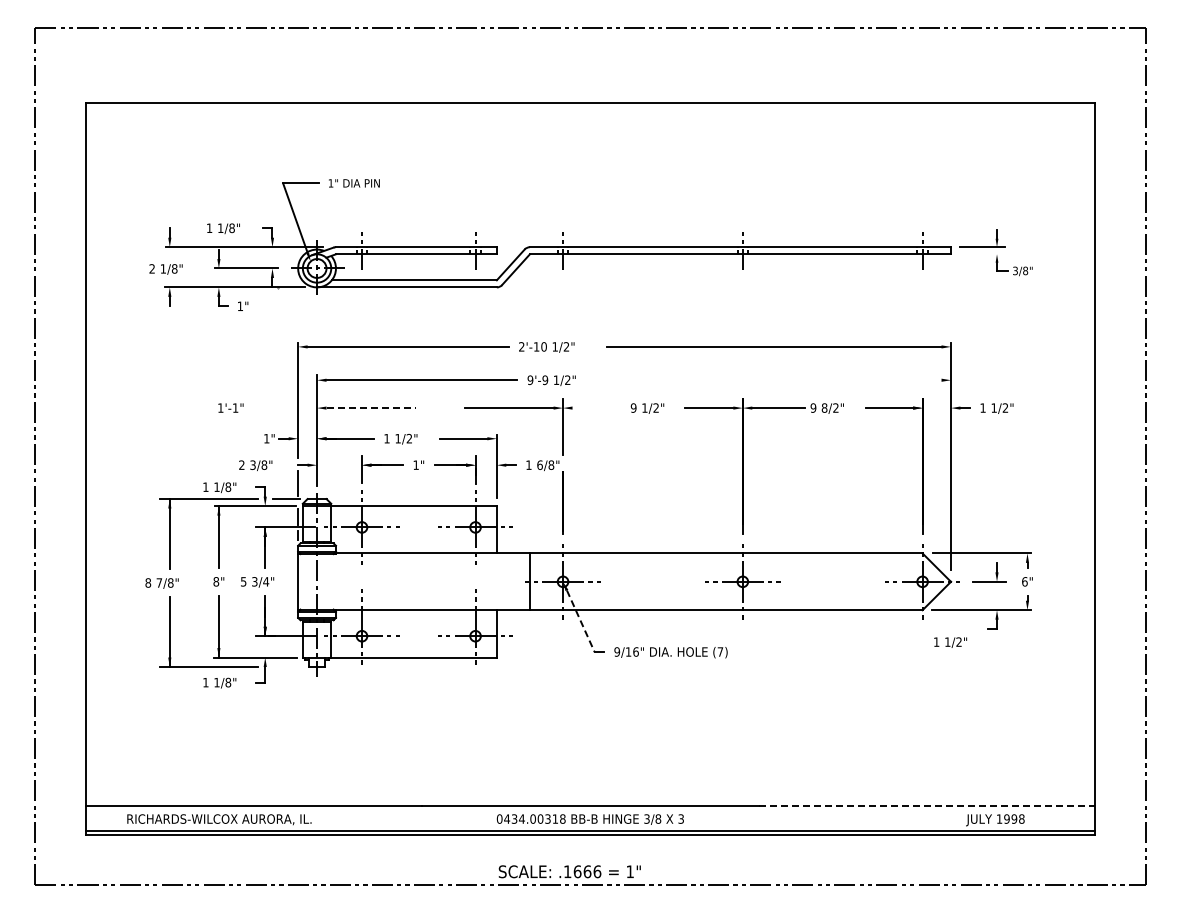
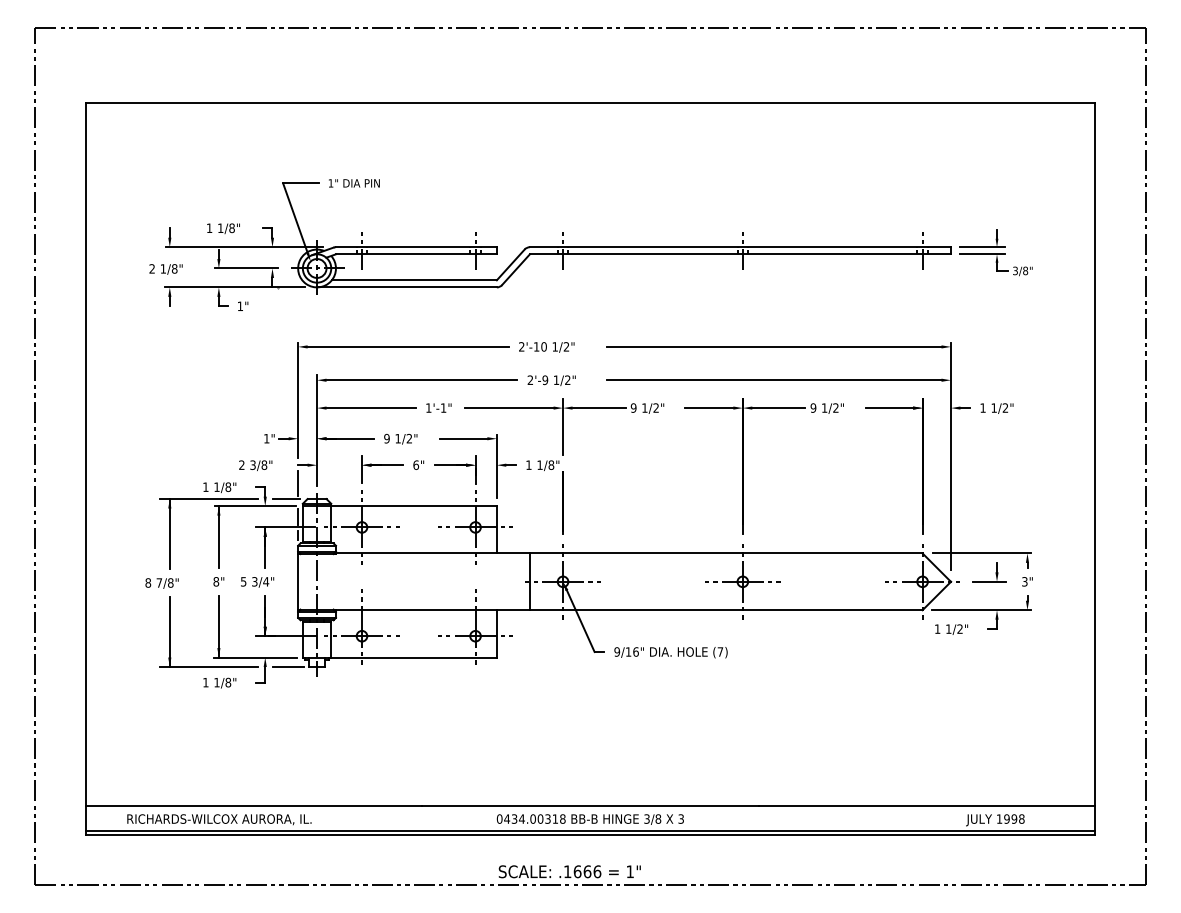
line at (982, 254): none -> present
text at (530, 380): 9'-9 -> 2'-9
line at (773, 380): none -> present
text at (230, 407) position: (230, 407) -> (438, 407)
text at (824, 407): 8/2" -> 1/2"
line at (371, 408): dashed -> solid
line at (598, 408): none -> present
text at (386, 438): 1 -> 9
text at (416, 464): 1" -> 6"
text at (539, 464): 6/8" -> 1/8"
text at (1024, 581): 6" -> 3"
line at (580, 621): dashed -> solid
text at (950, 642) position: (950, 642) -> (951, 629)
line at (288, 666): none -> present
line at (927, 805): dashed -> solid
